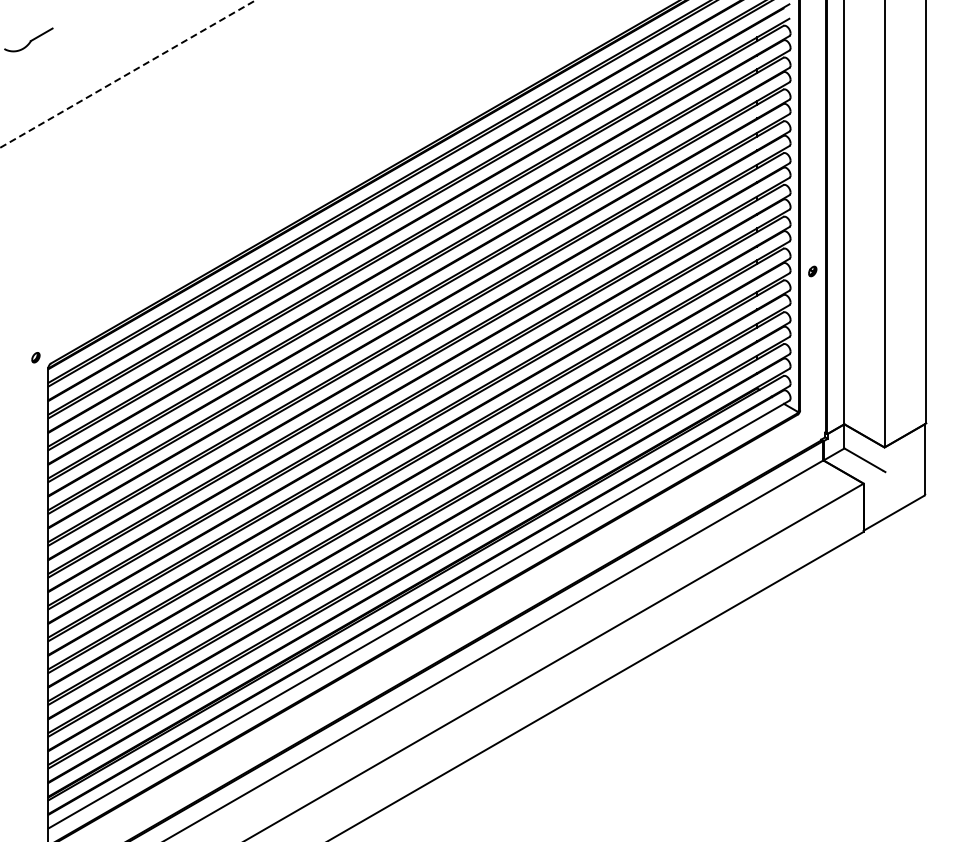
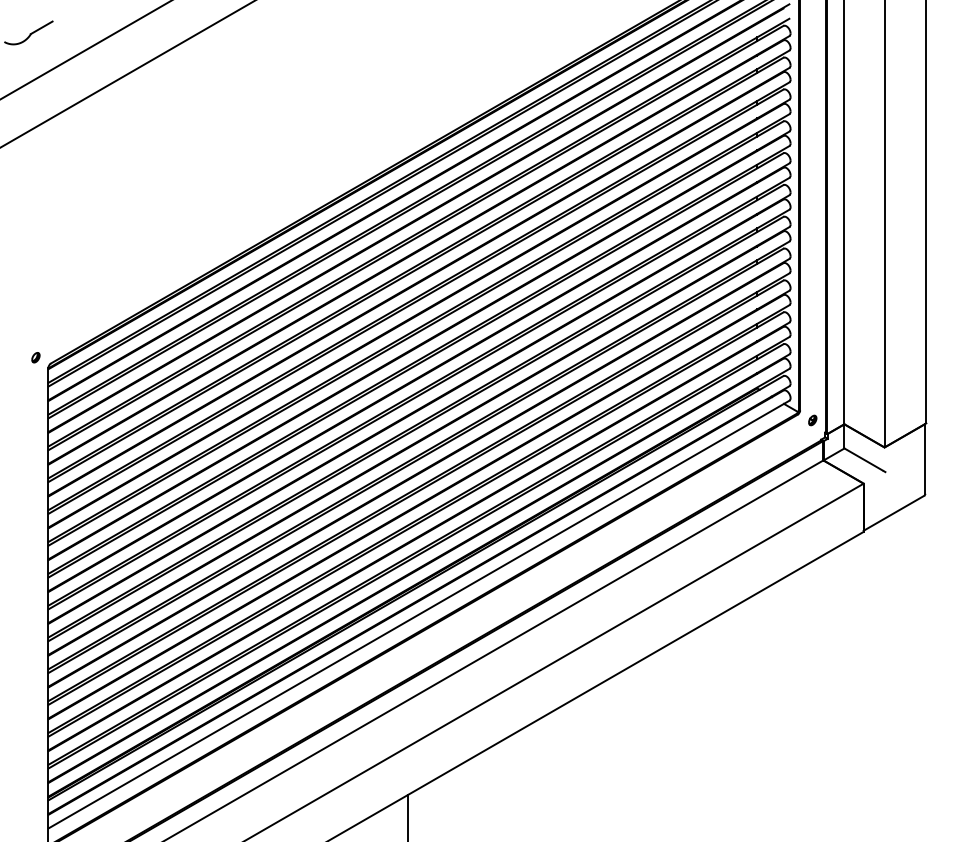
part at (28, 39) position: (28, 39) -> (28, 32)
line at (85, 50): none -> present
line at (127, 74): dashed -> solid
part at (812, 271) position: (812, 271) -> (812, 420)
line at (408, 816): none -> present
